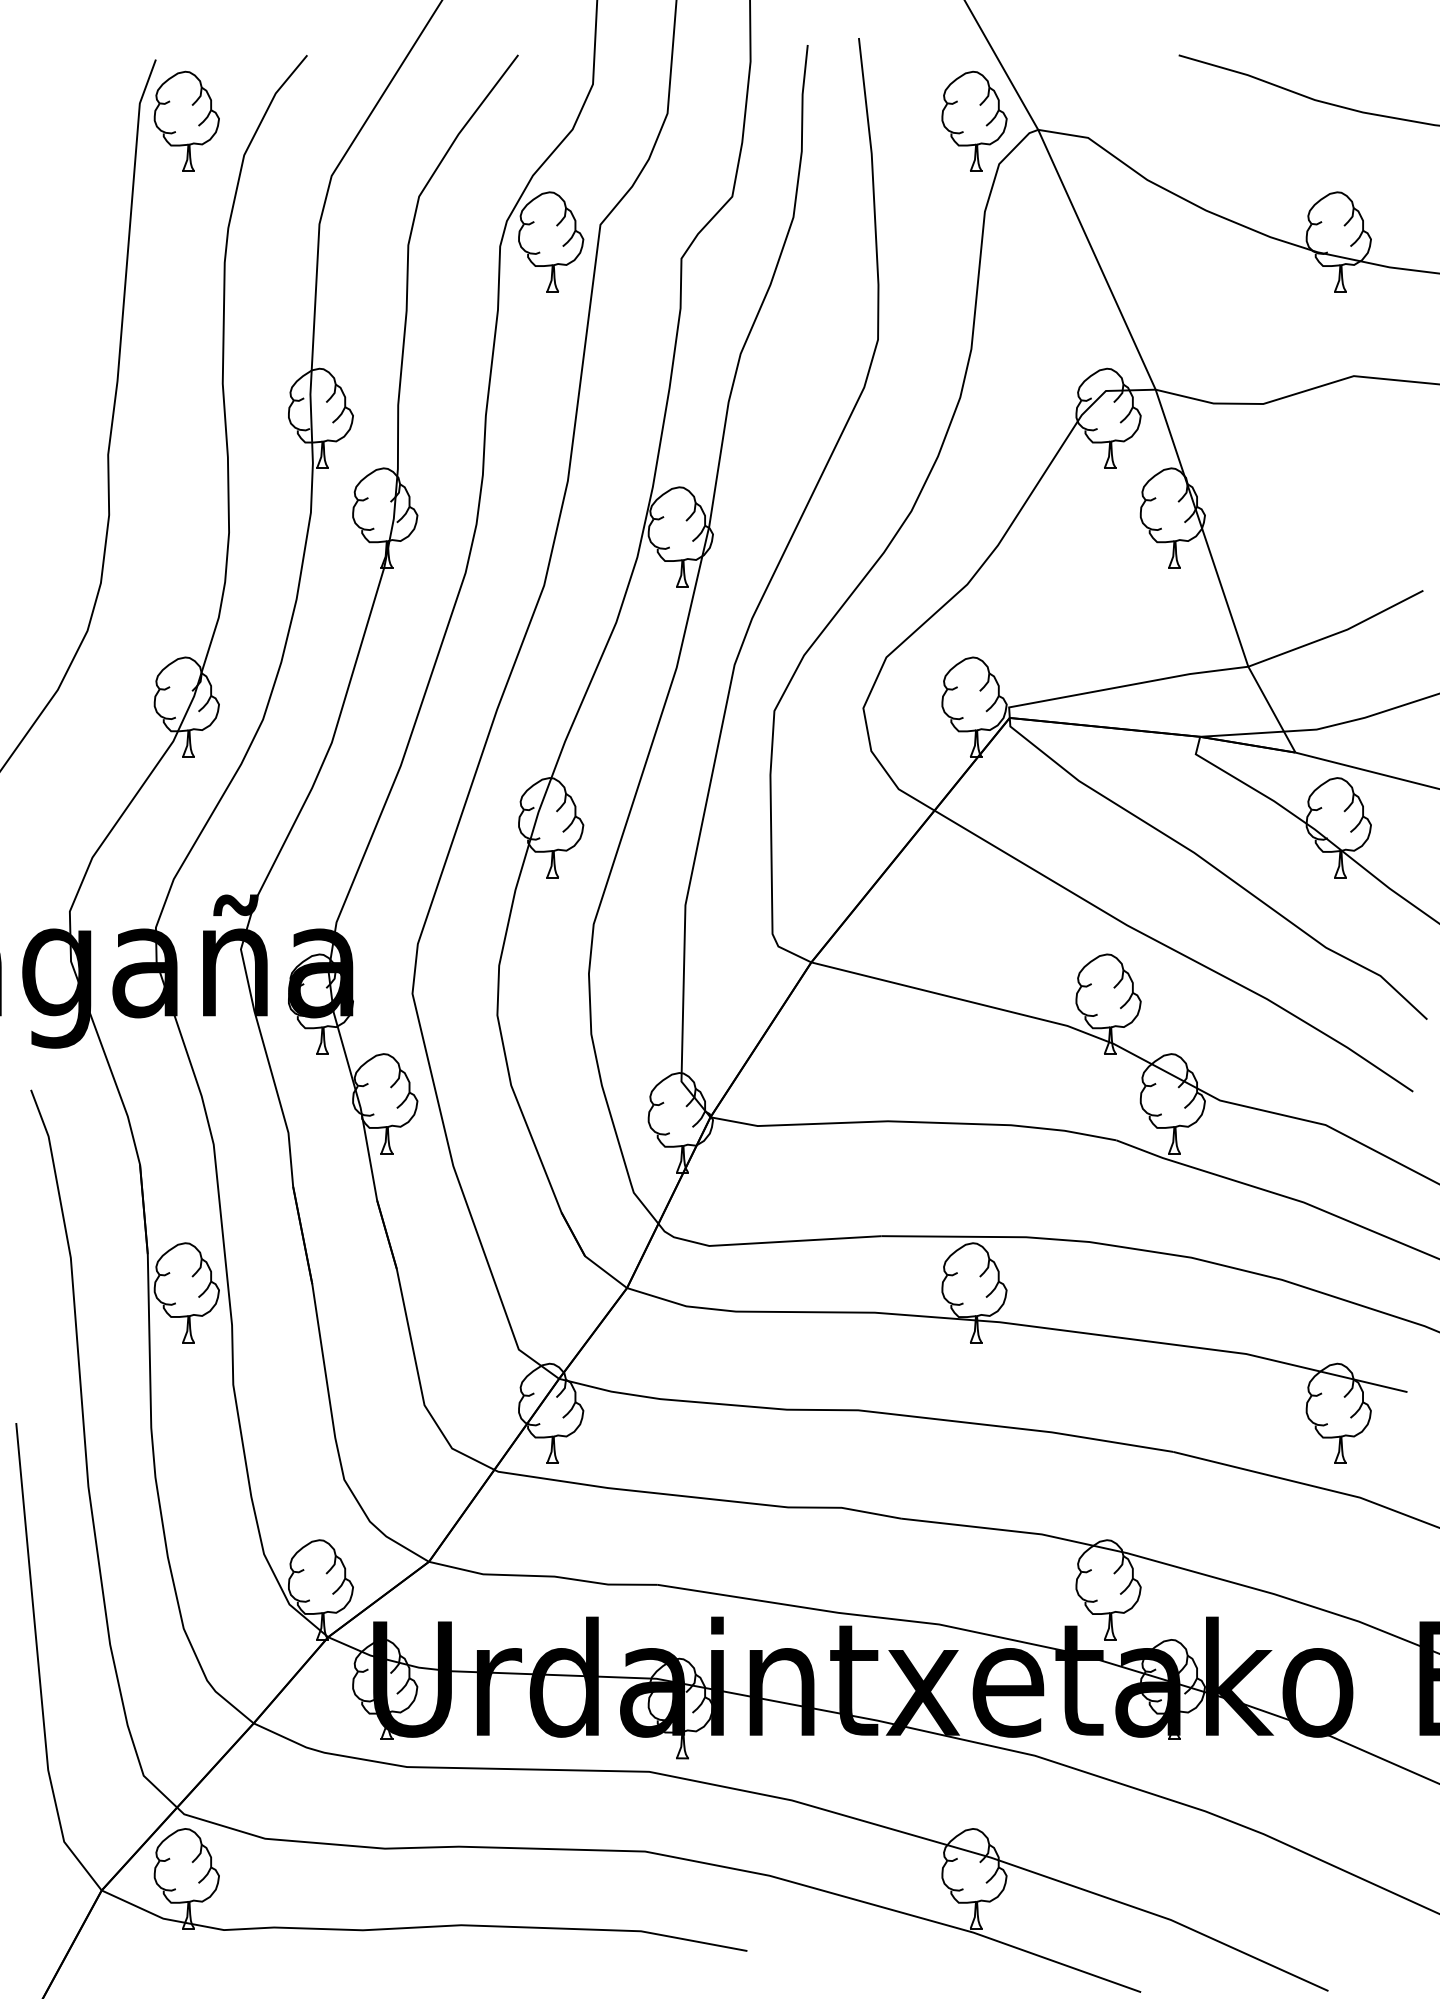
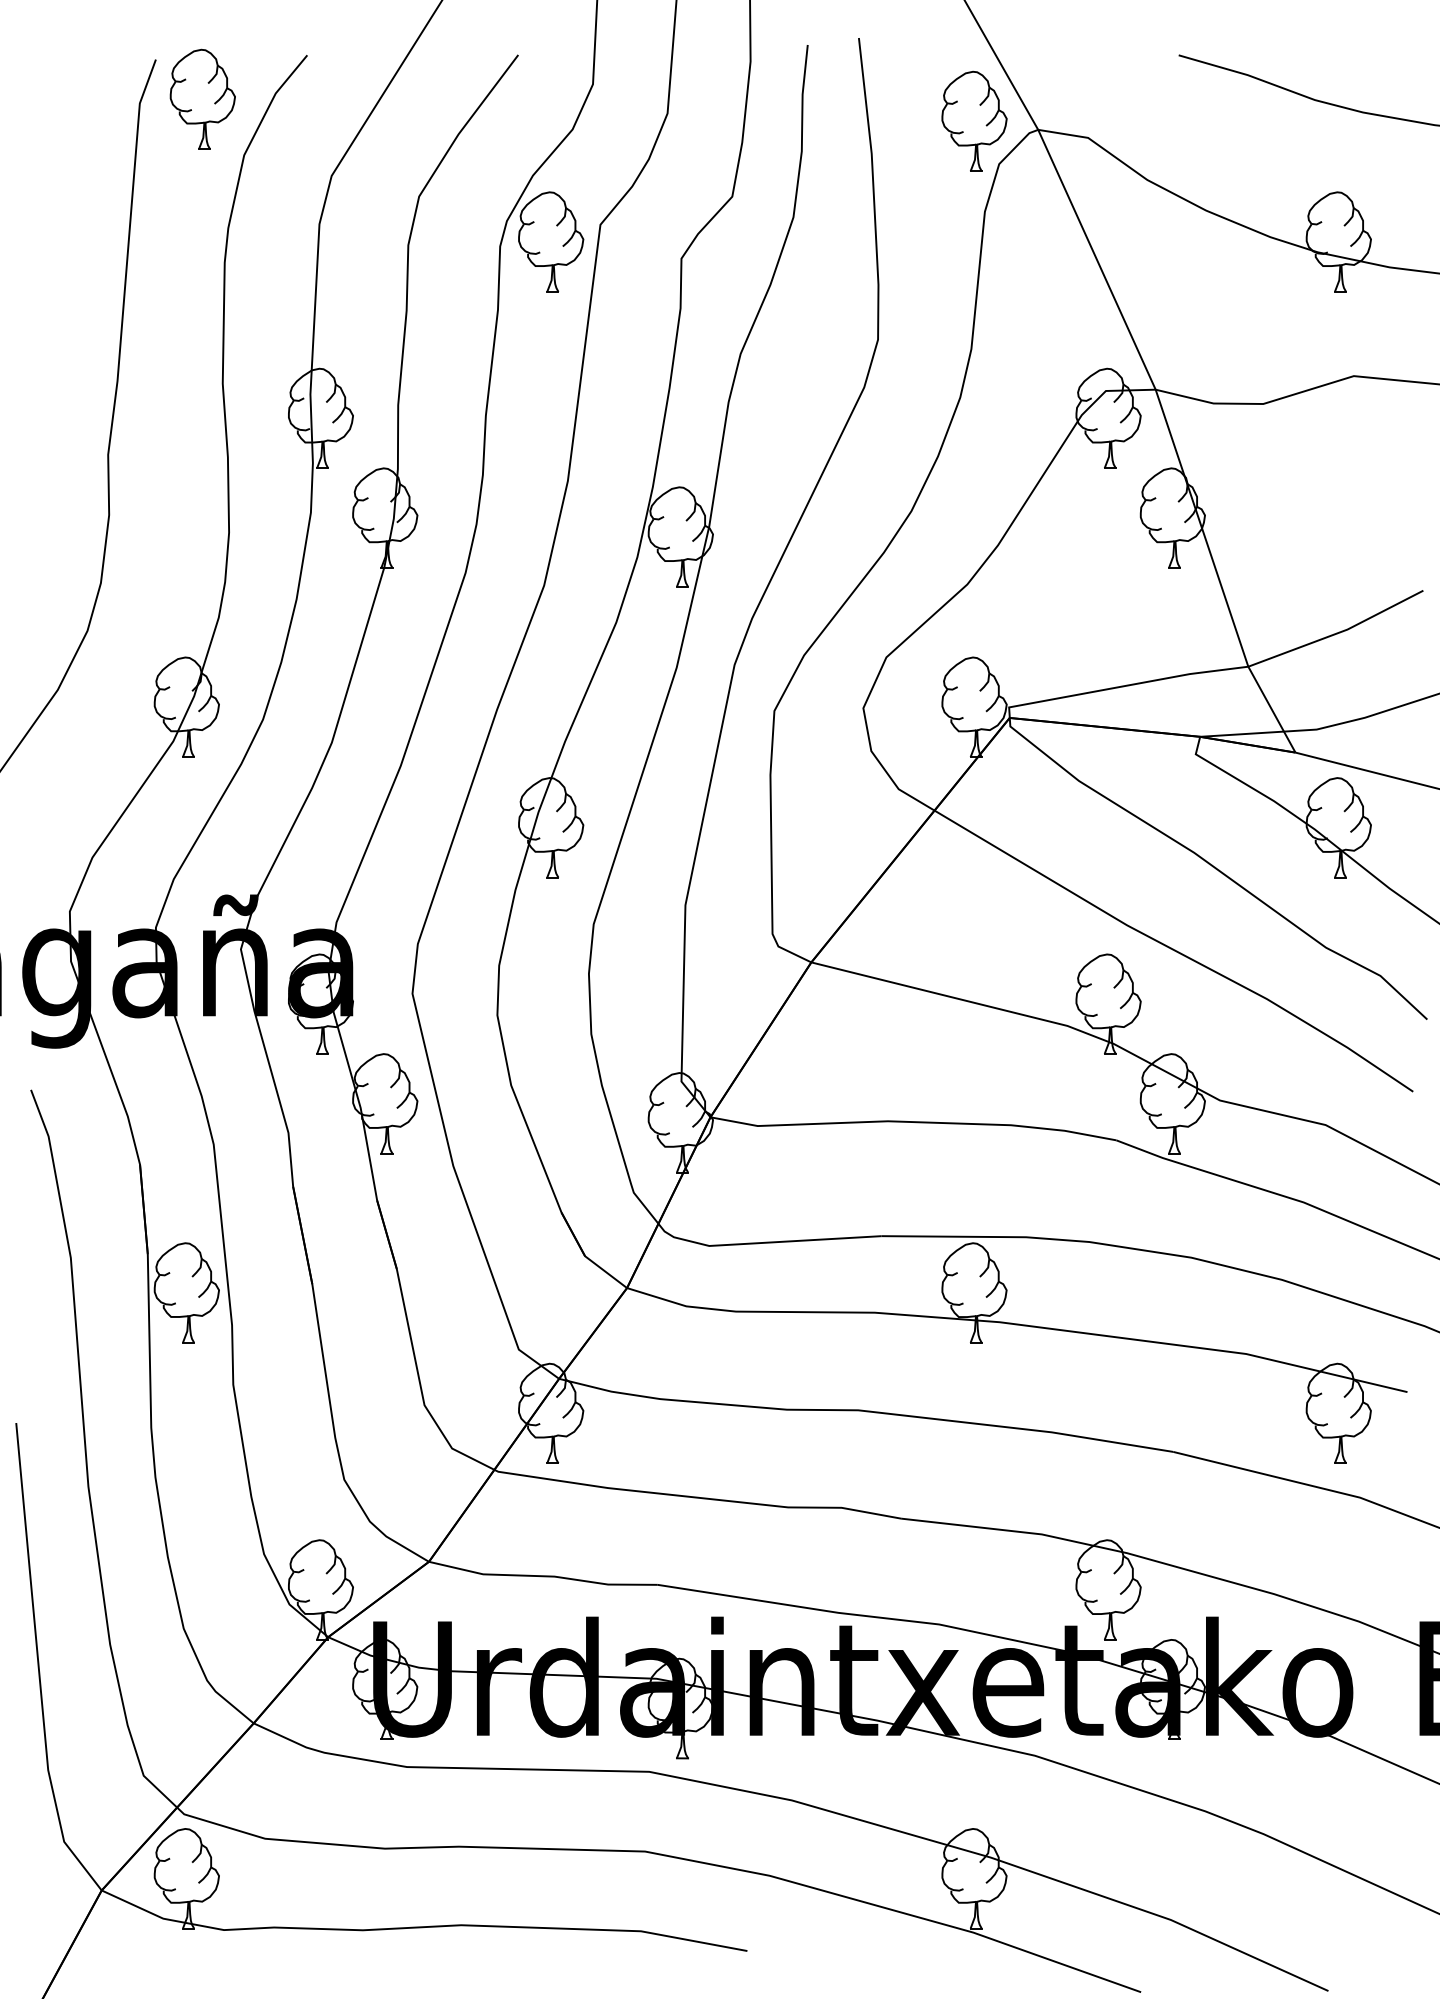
part at (186, 120) position: (186, 120) -> (202, 98)
